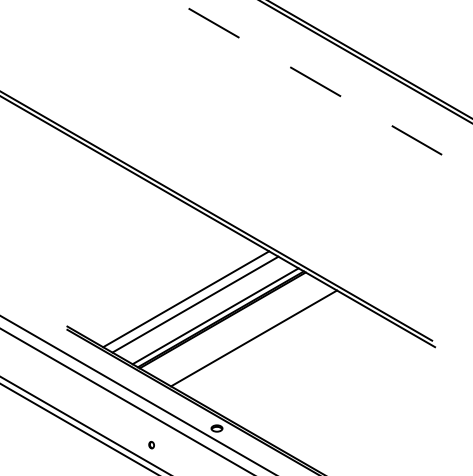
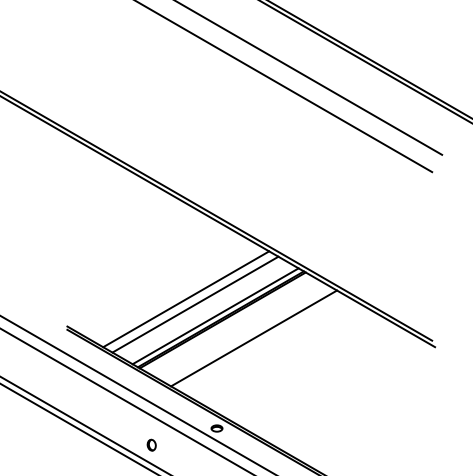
line at (308, 77): dashed -> solid
line at (284, 87): none -> present
part at (151, 445) size: 7x9 px -> 11x14 px
